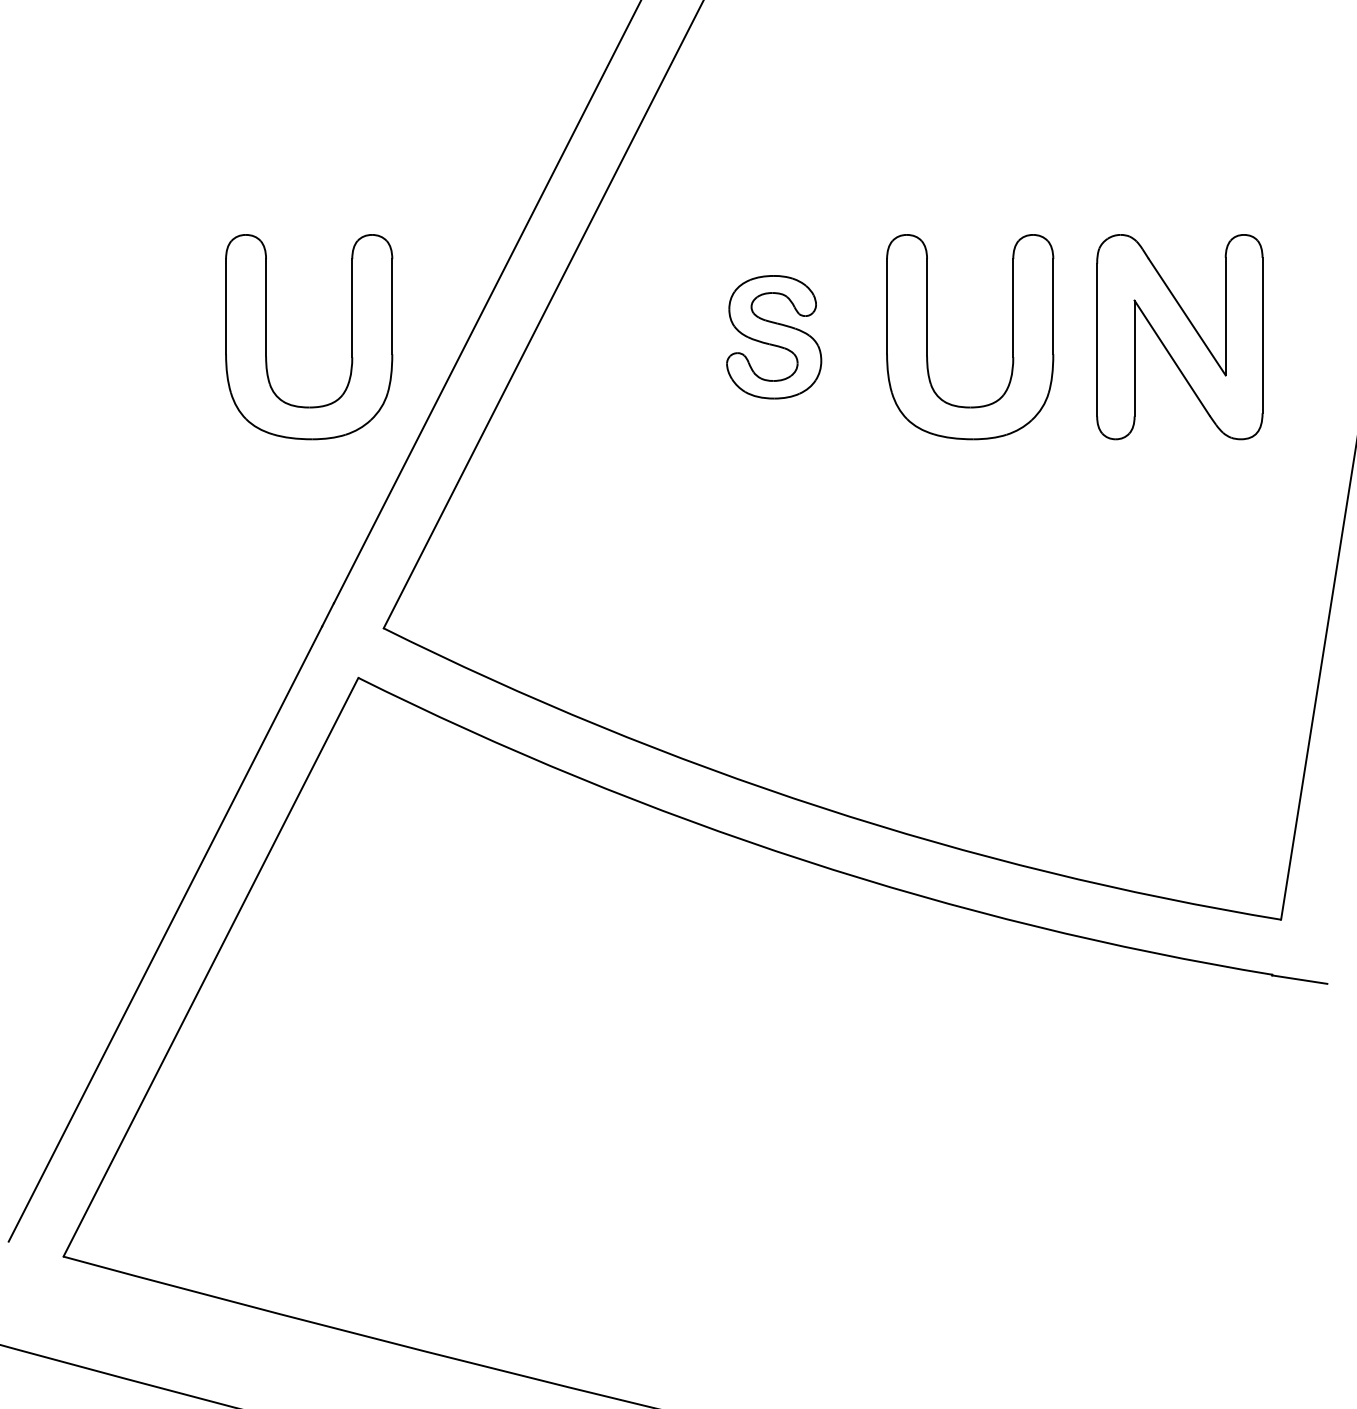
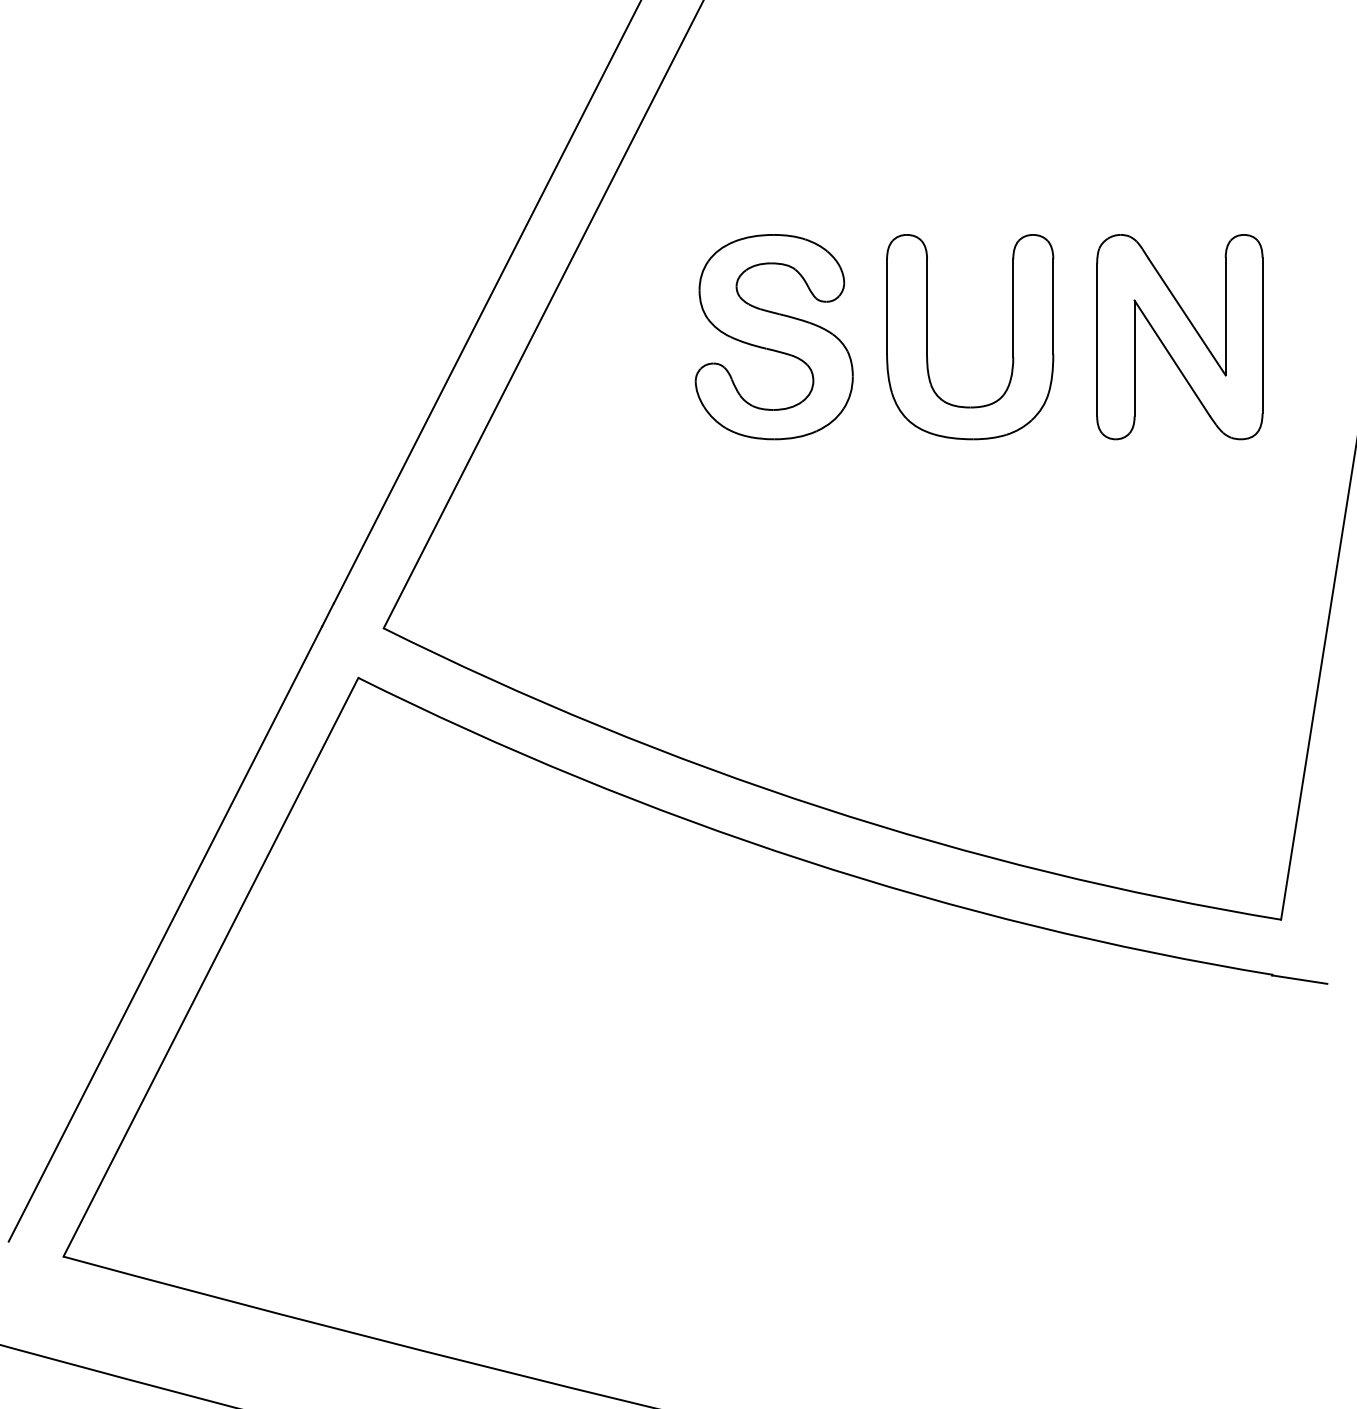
part at (351, 337): present -> none
part at (774, 337) size: 97x125 px -> 160x207 px
